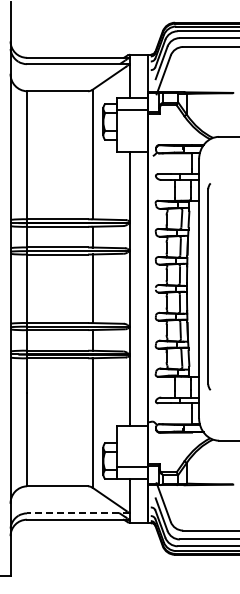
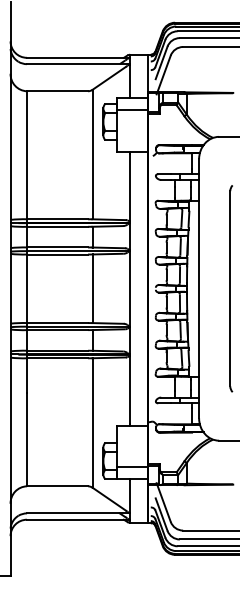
part at (209, 286) position: (209, 286) -> (231, 288)
line at (78, 513): dashed -> solid
